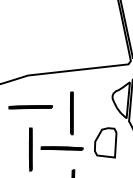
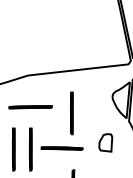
part at (105, 142) size: 24x32 px -> 16x20 px
line at (13, 149): none -> present
